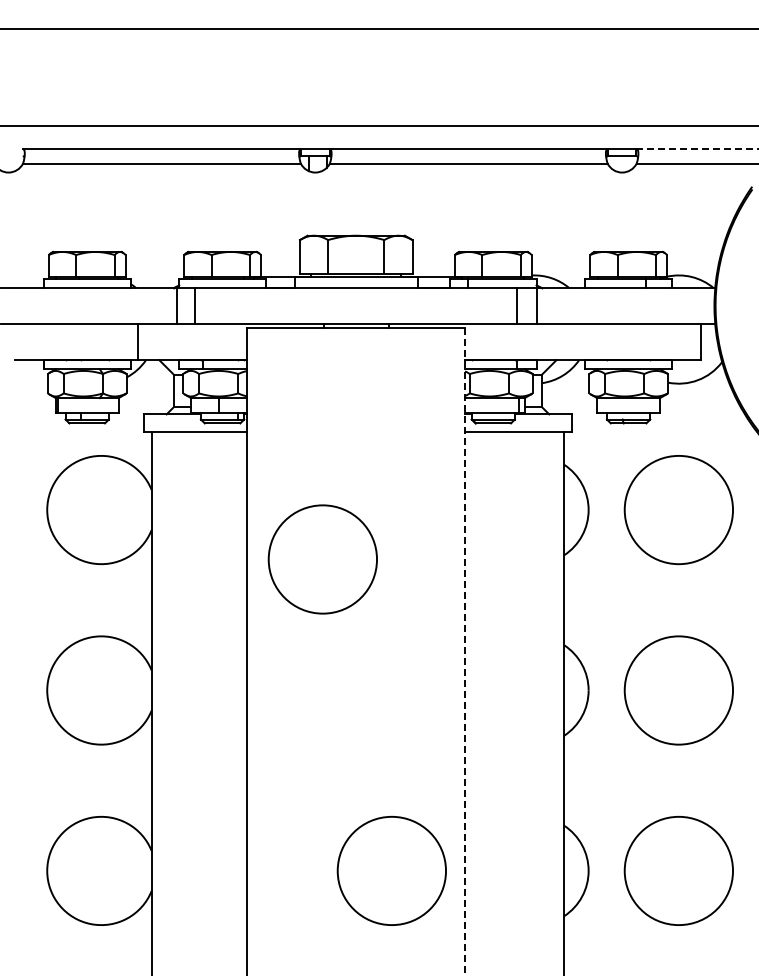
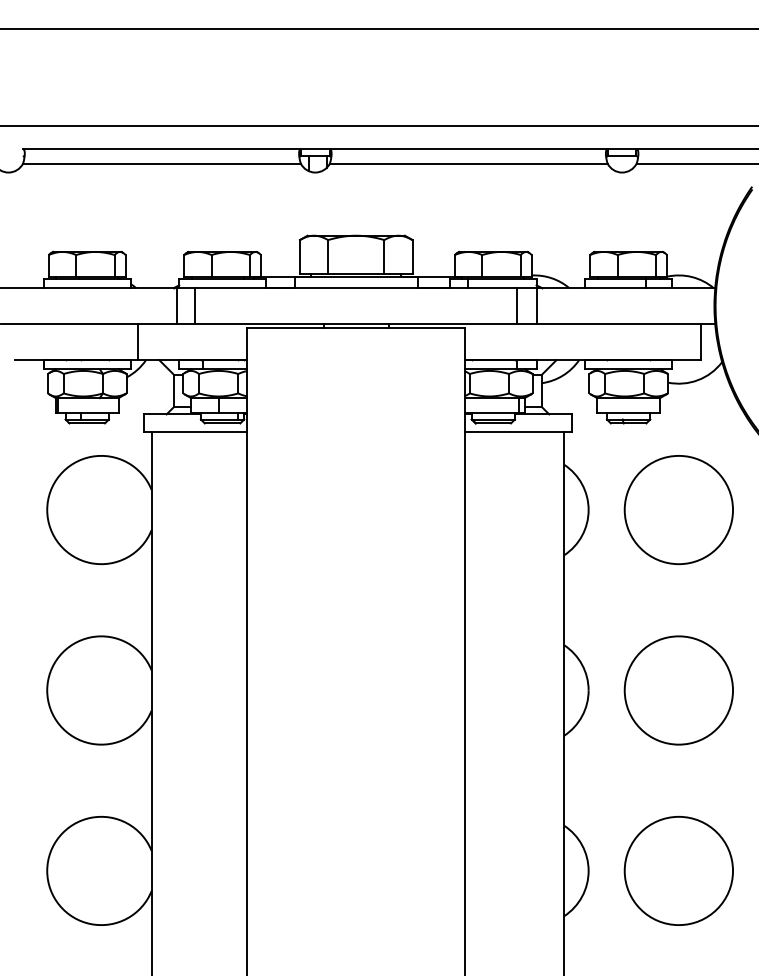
line at (697, 149): dashed -> solid
circle at (322, 559): present -> none
line at (465, 651): dashed -> solid
circle at (391, 870): present -> none
